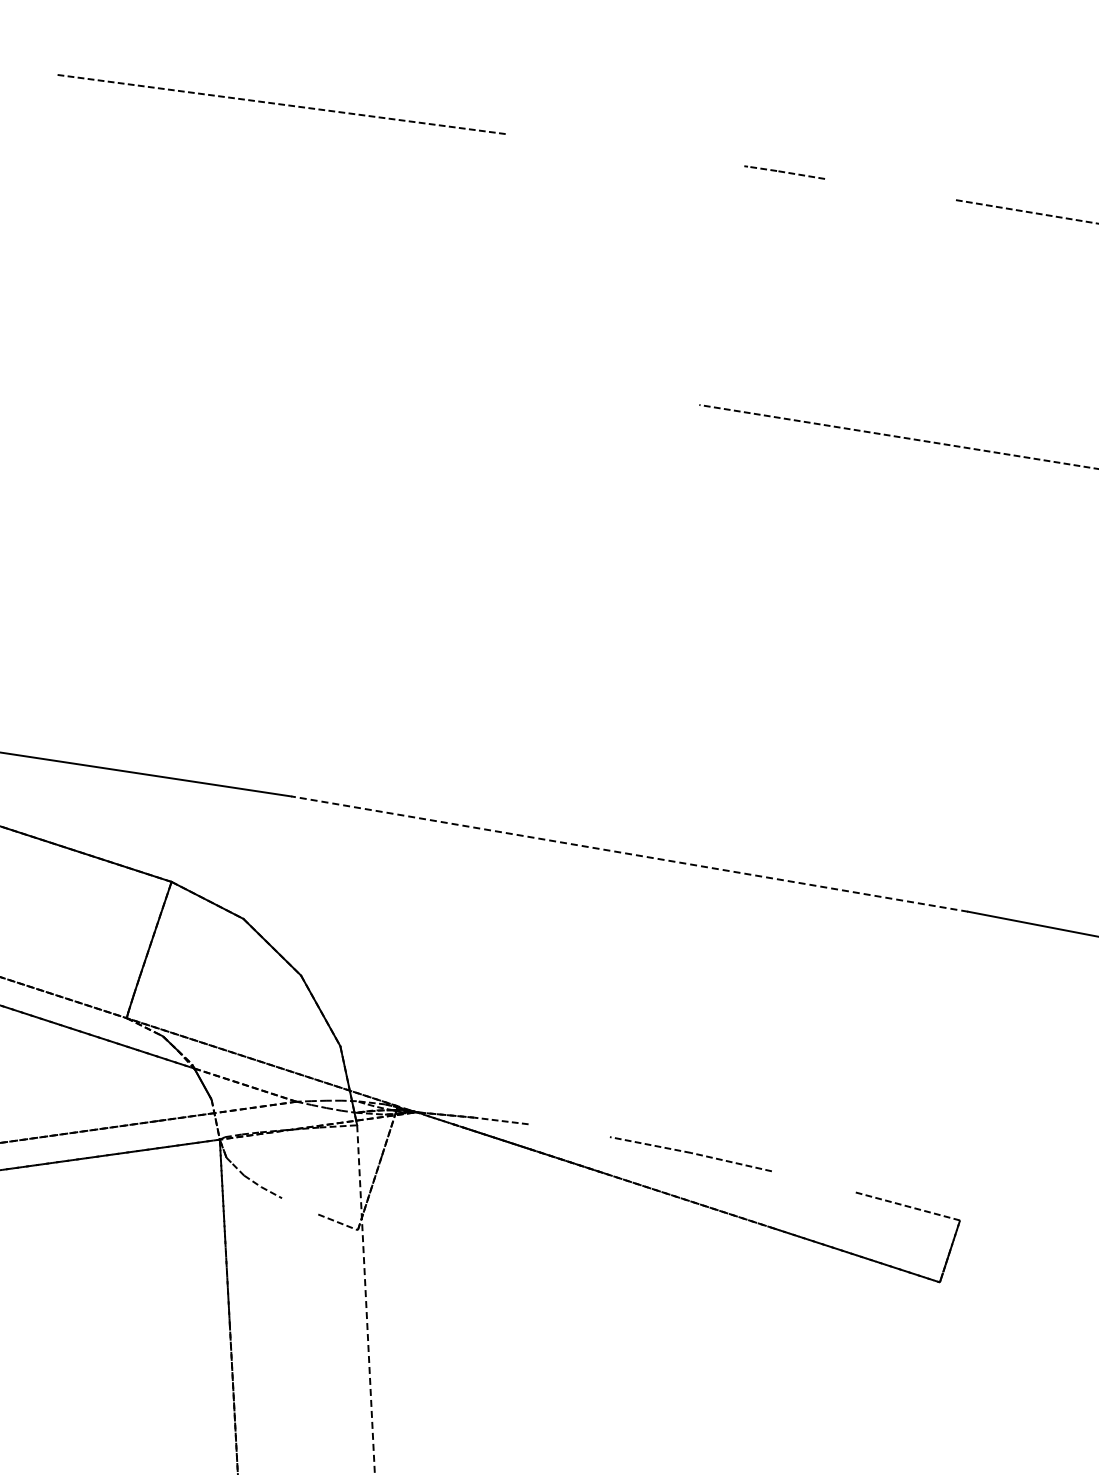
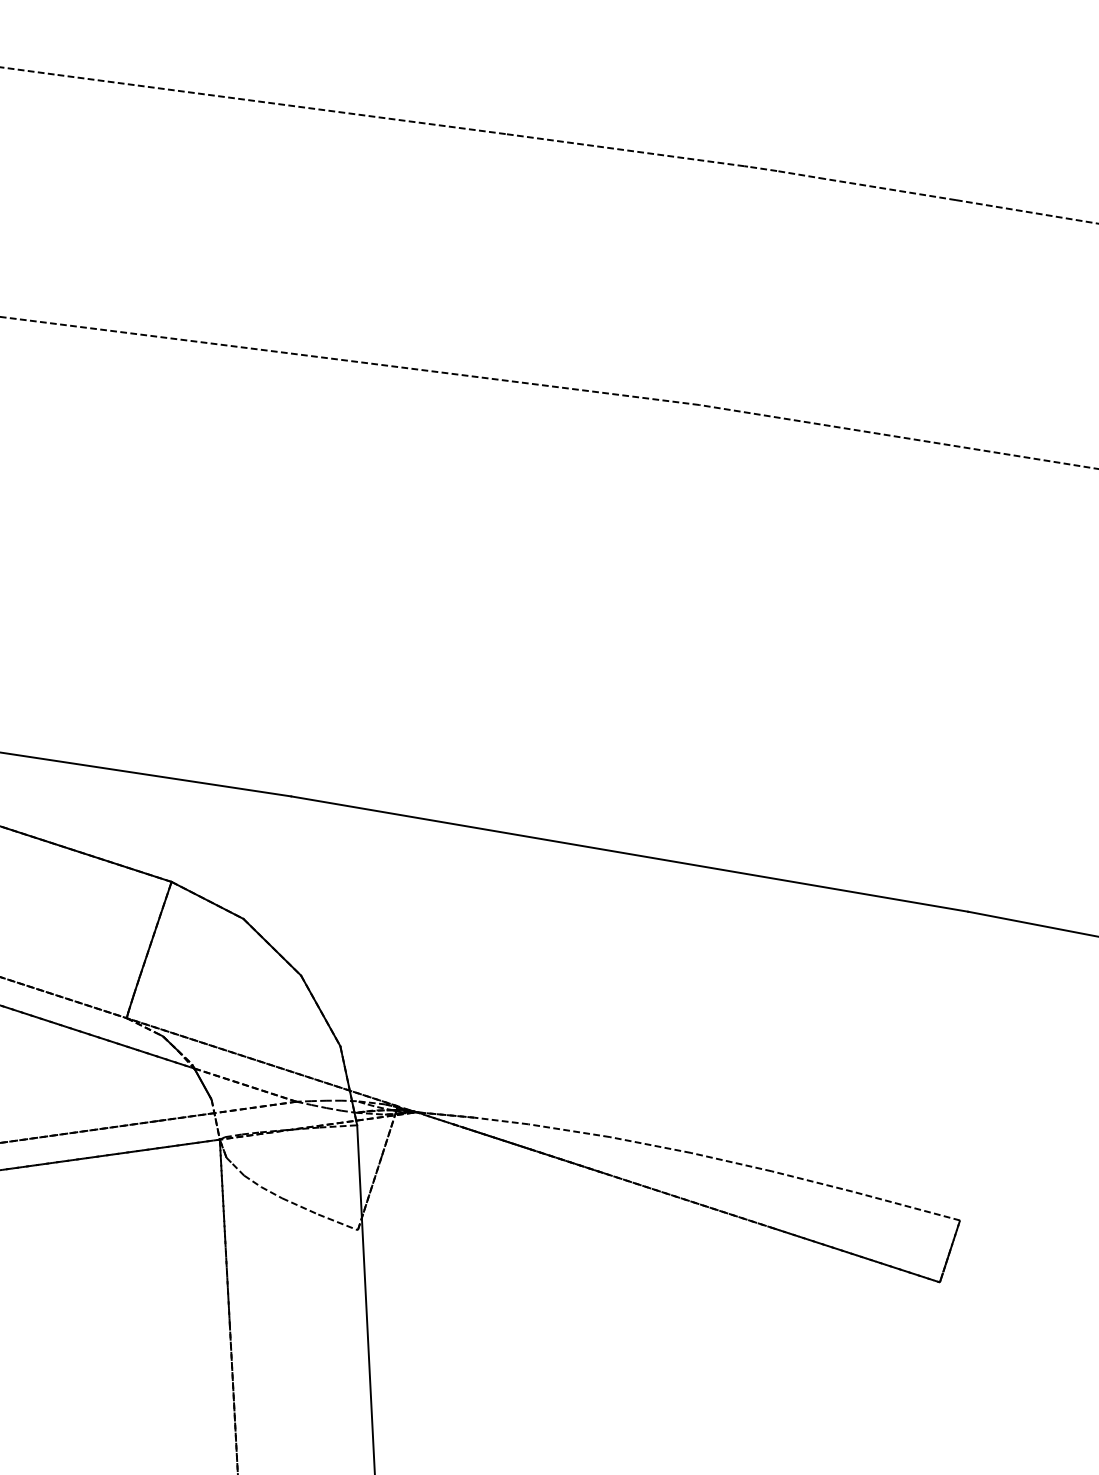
line at (28, 70): none -> present
line at (624, 150): none -> present
line at (890, 189): none -> present
line at (350, 360): none -> present
line at (629, 854): dashed -> solid
line at (568, 1130): none -> present
line at (811, 1181): none -> present
line at (300, 1206): none -> present
line at (366, 1299): dashed -> solid
